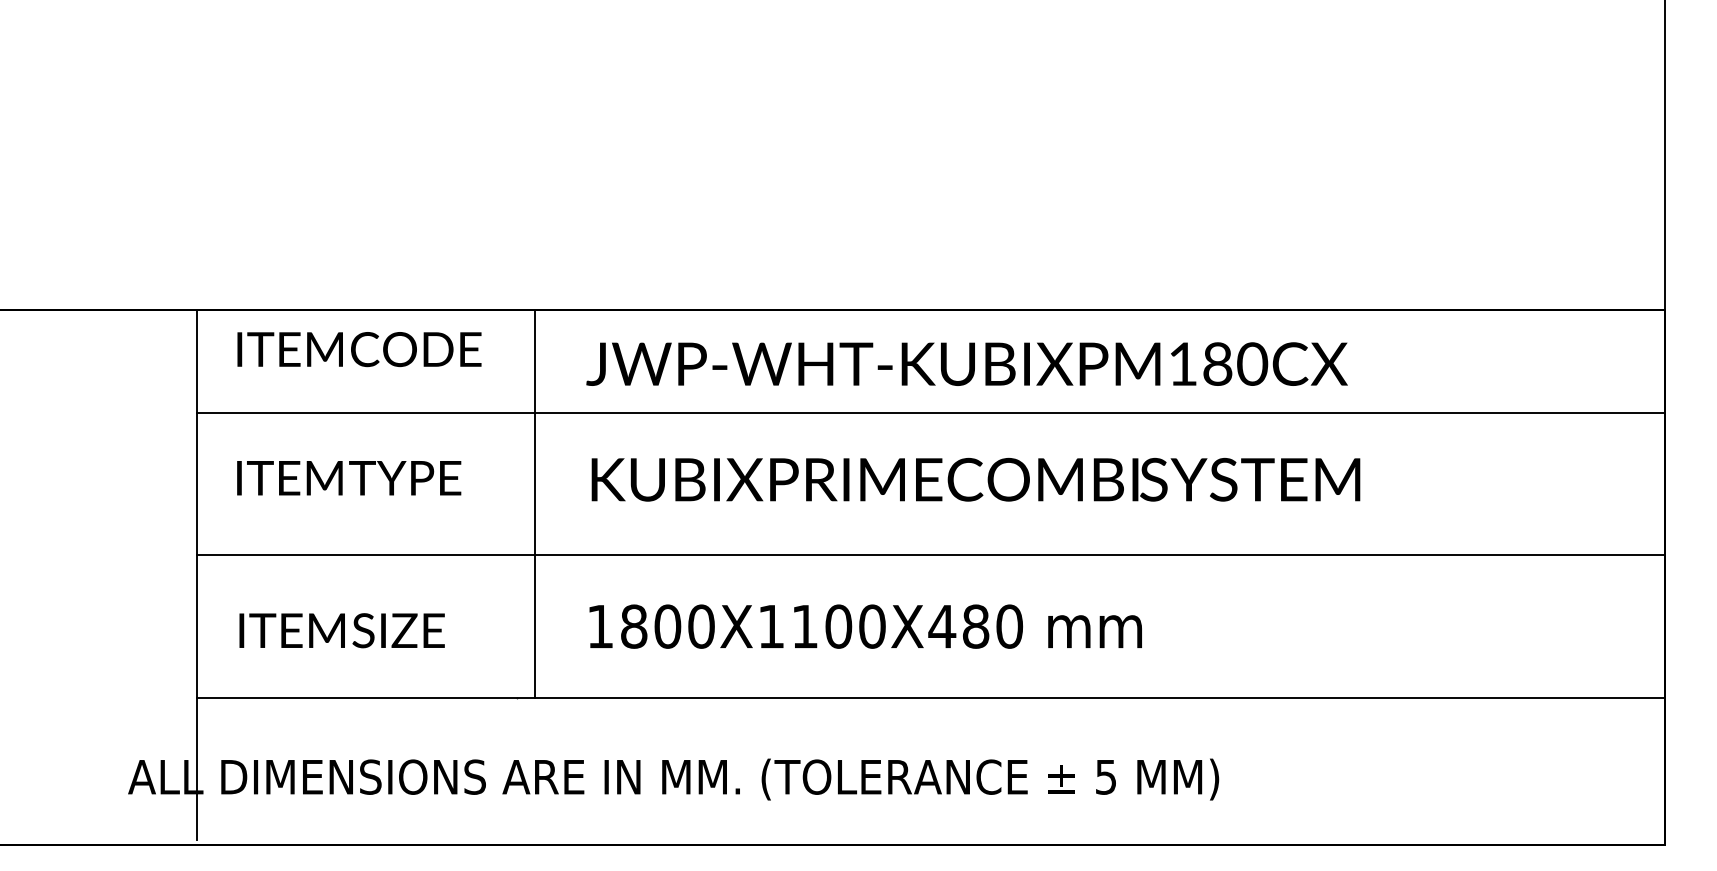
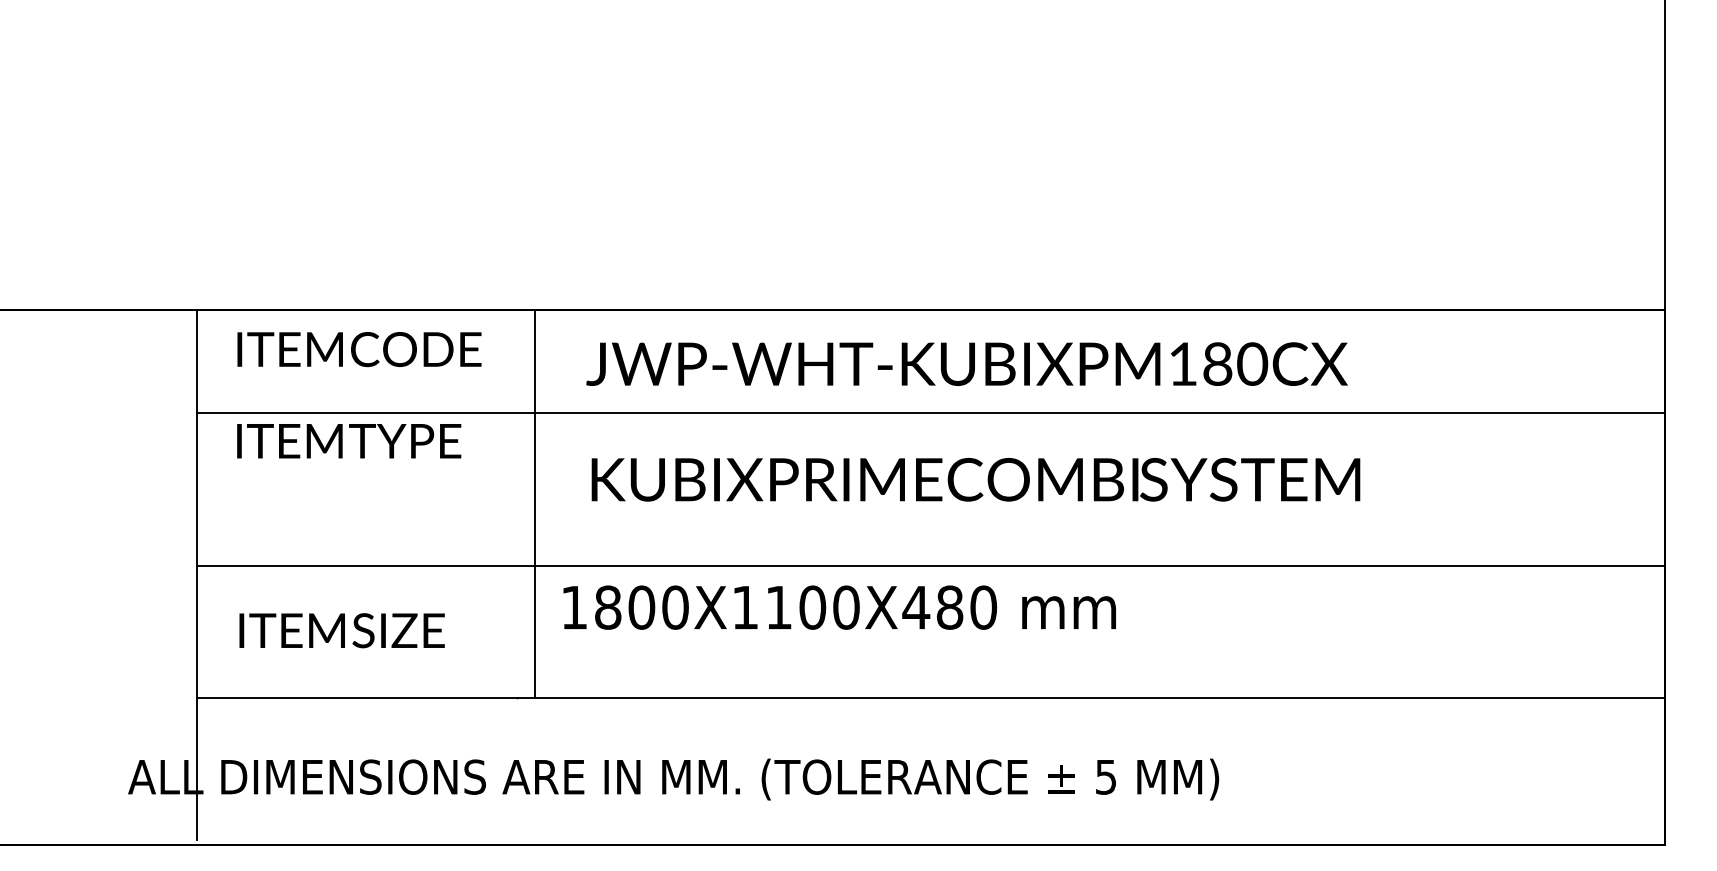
text at (349, 478) position: (349, 478) -> (349, 441)
line at (931, 555) position: (931, 555) -> (931, 566)
text at (865, 626) position: (865, 626) -> (839, 607)
